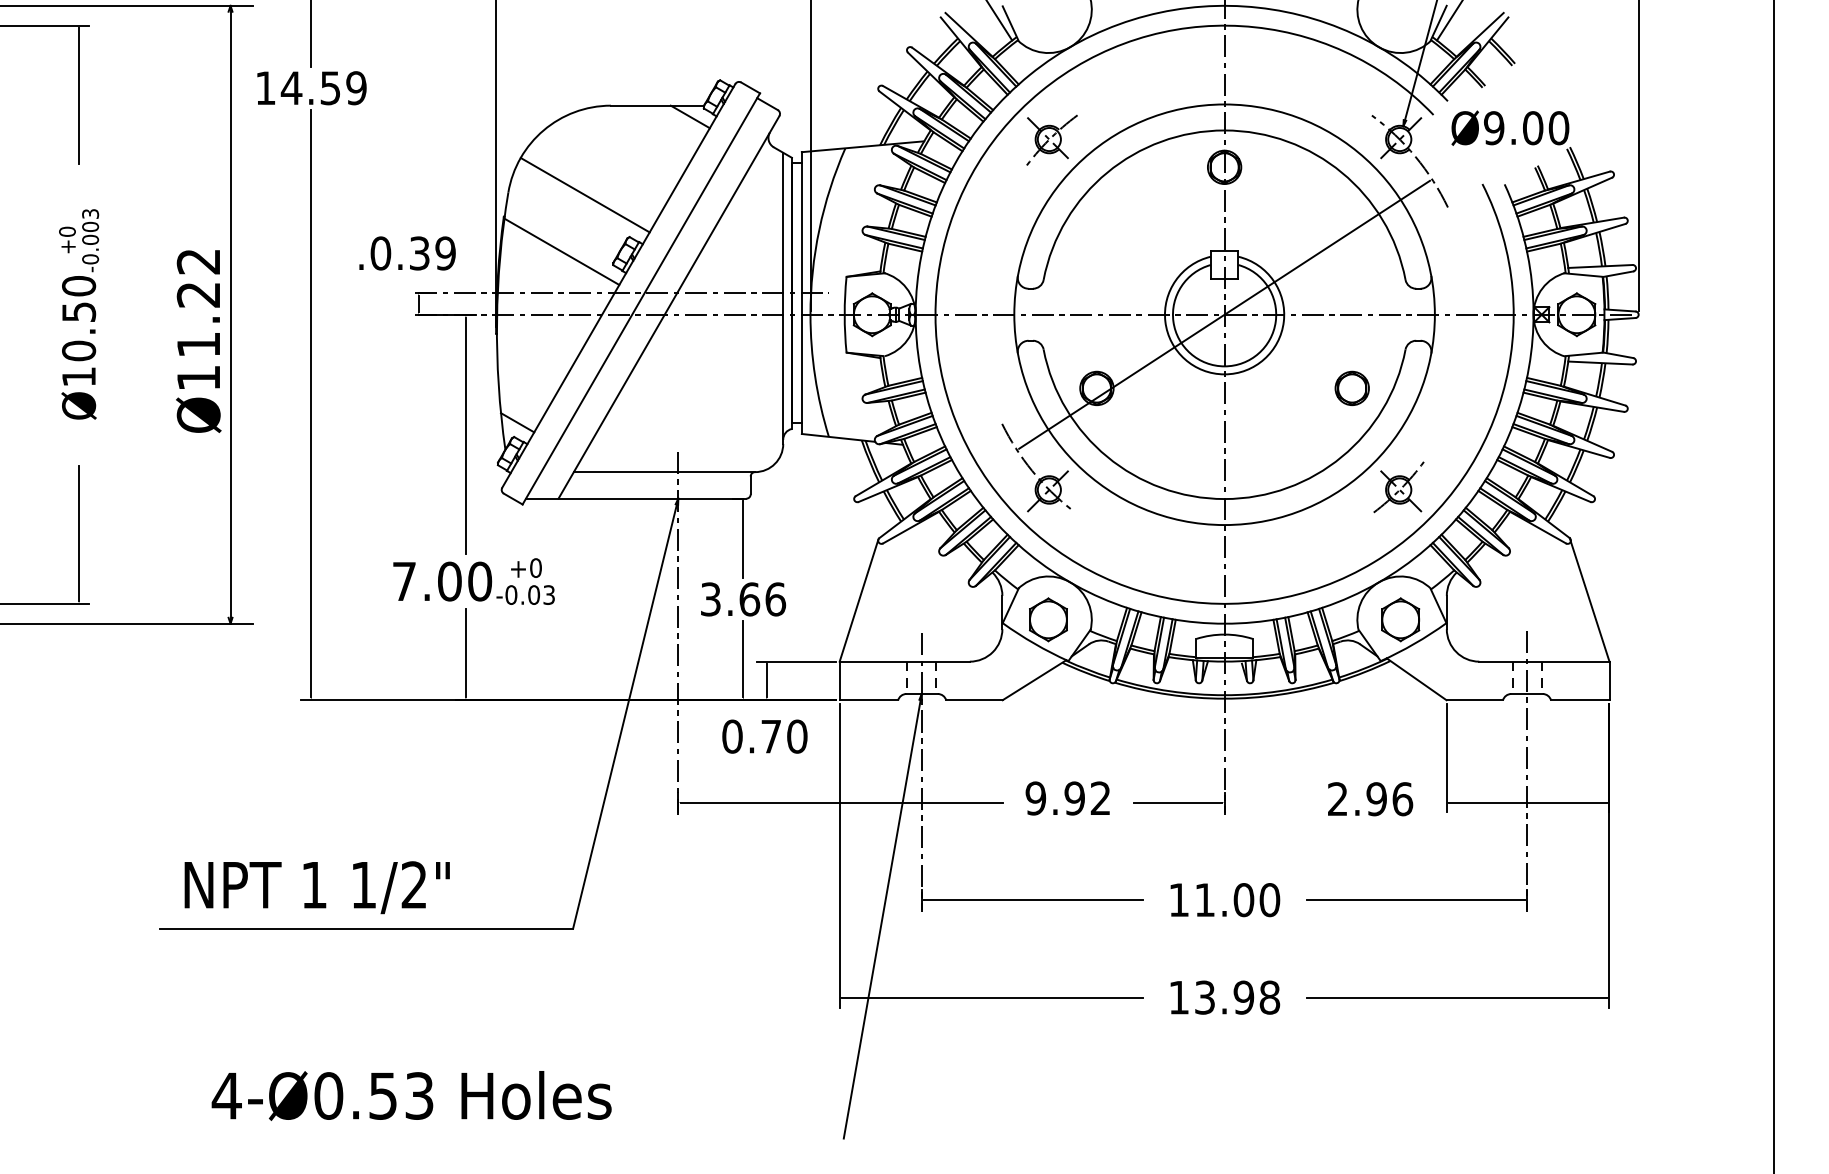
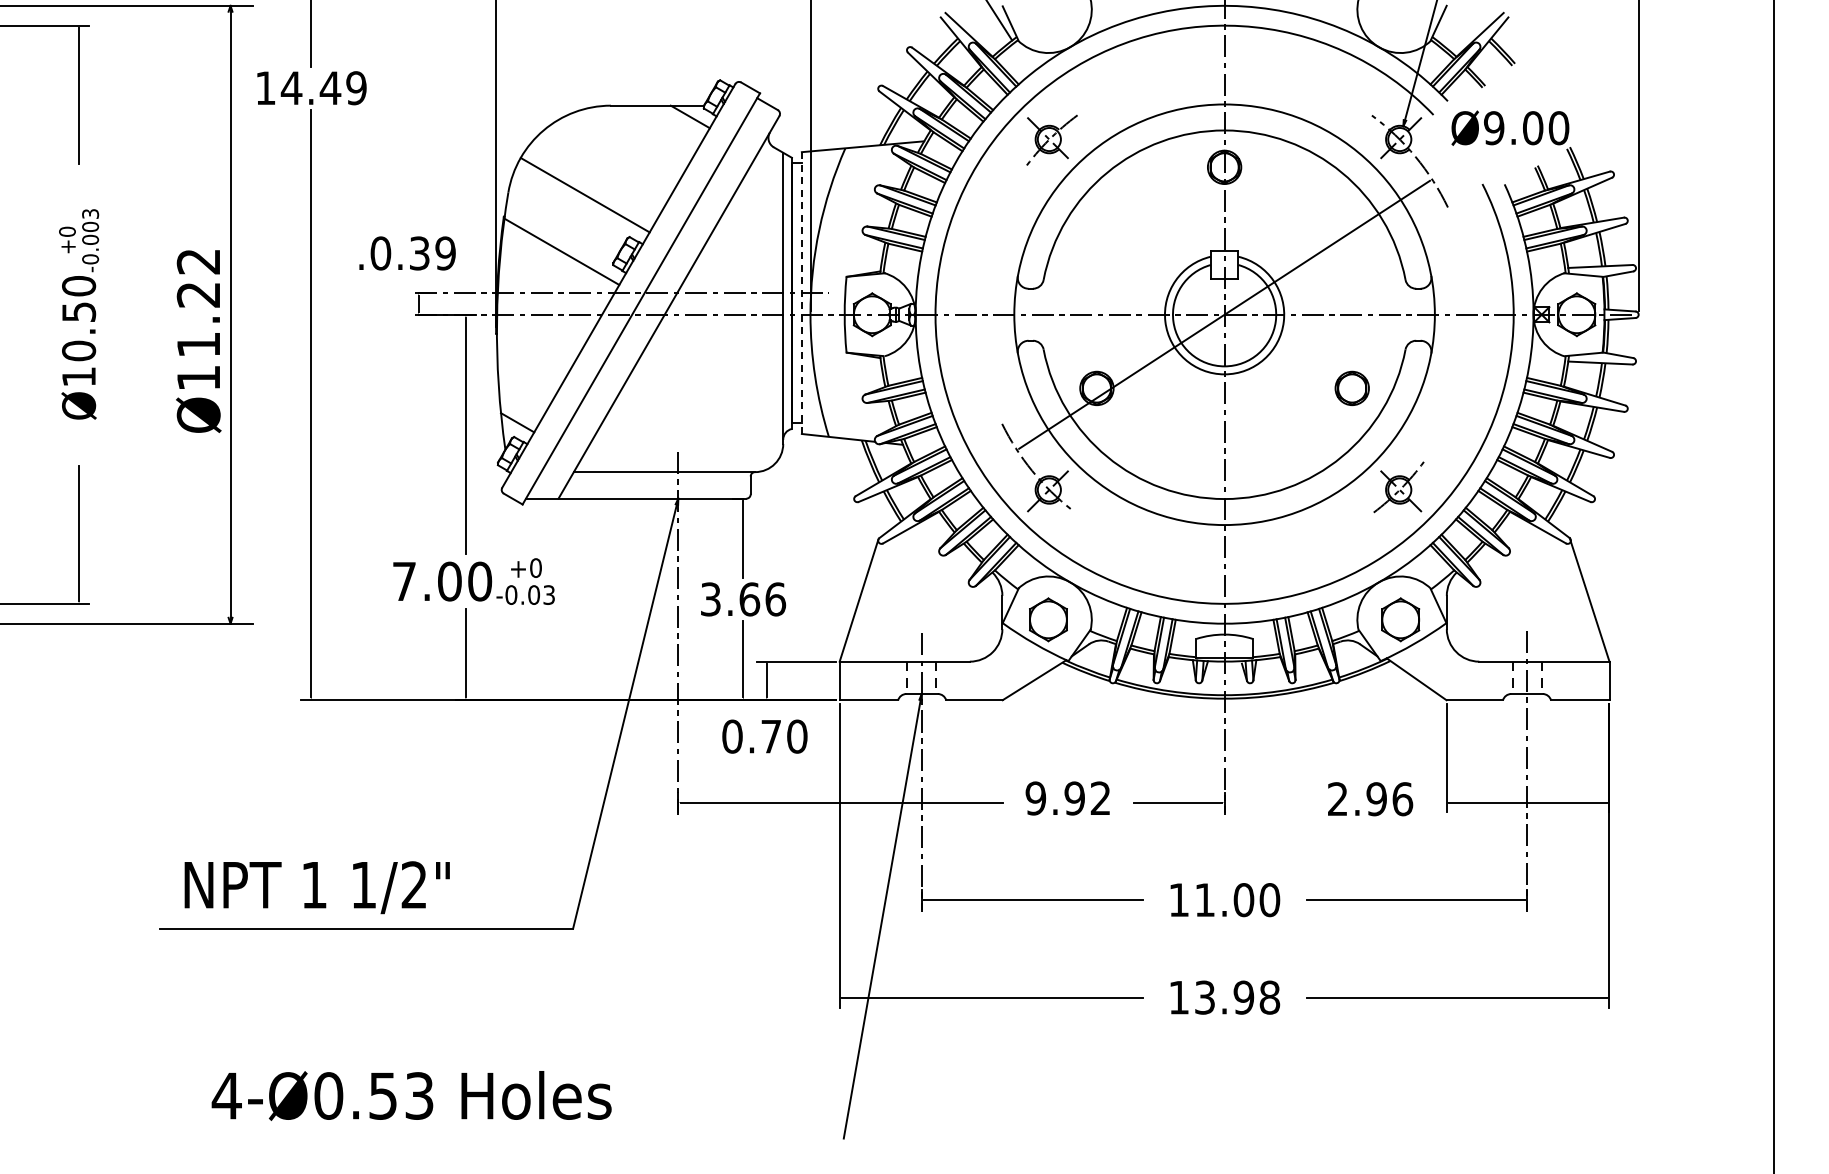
line at (1448, 21): present -> none
text at (330, 88): 14.59 -> 14.49
line at (801, 293): solid -> dashed
